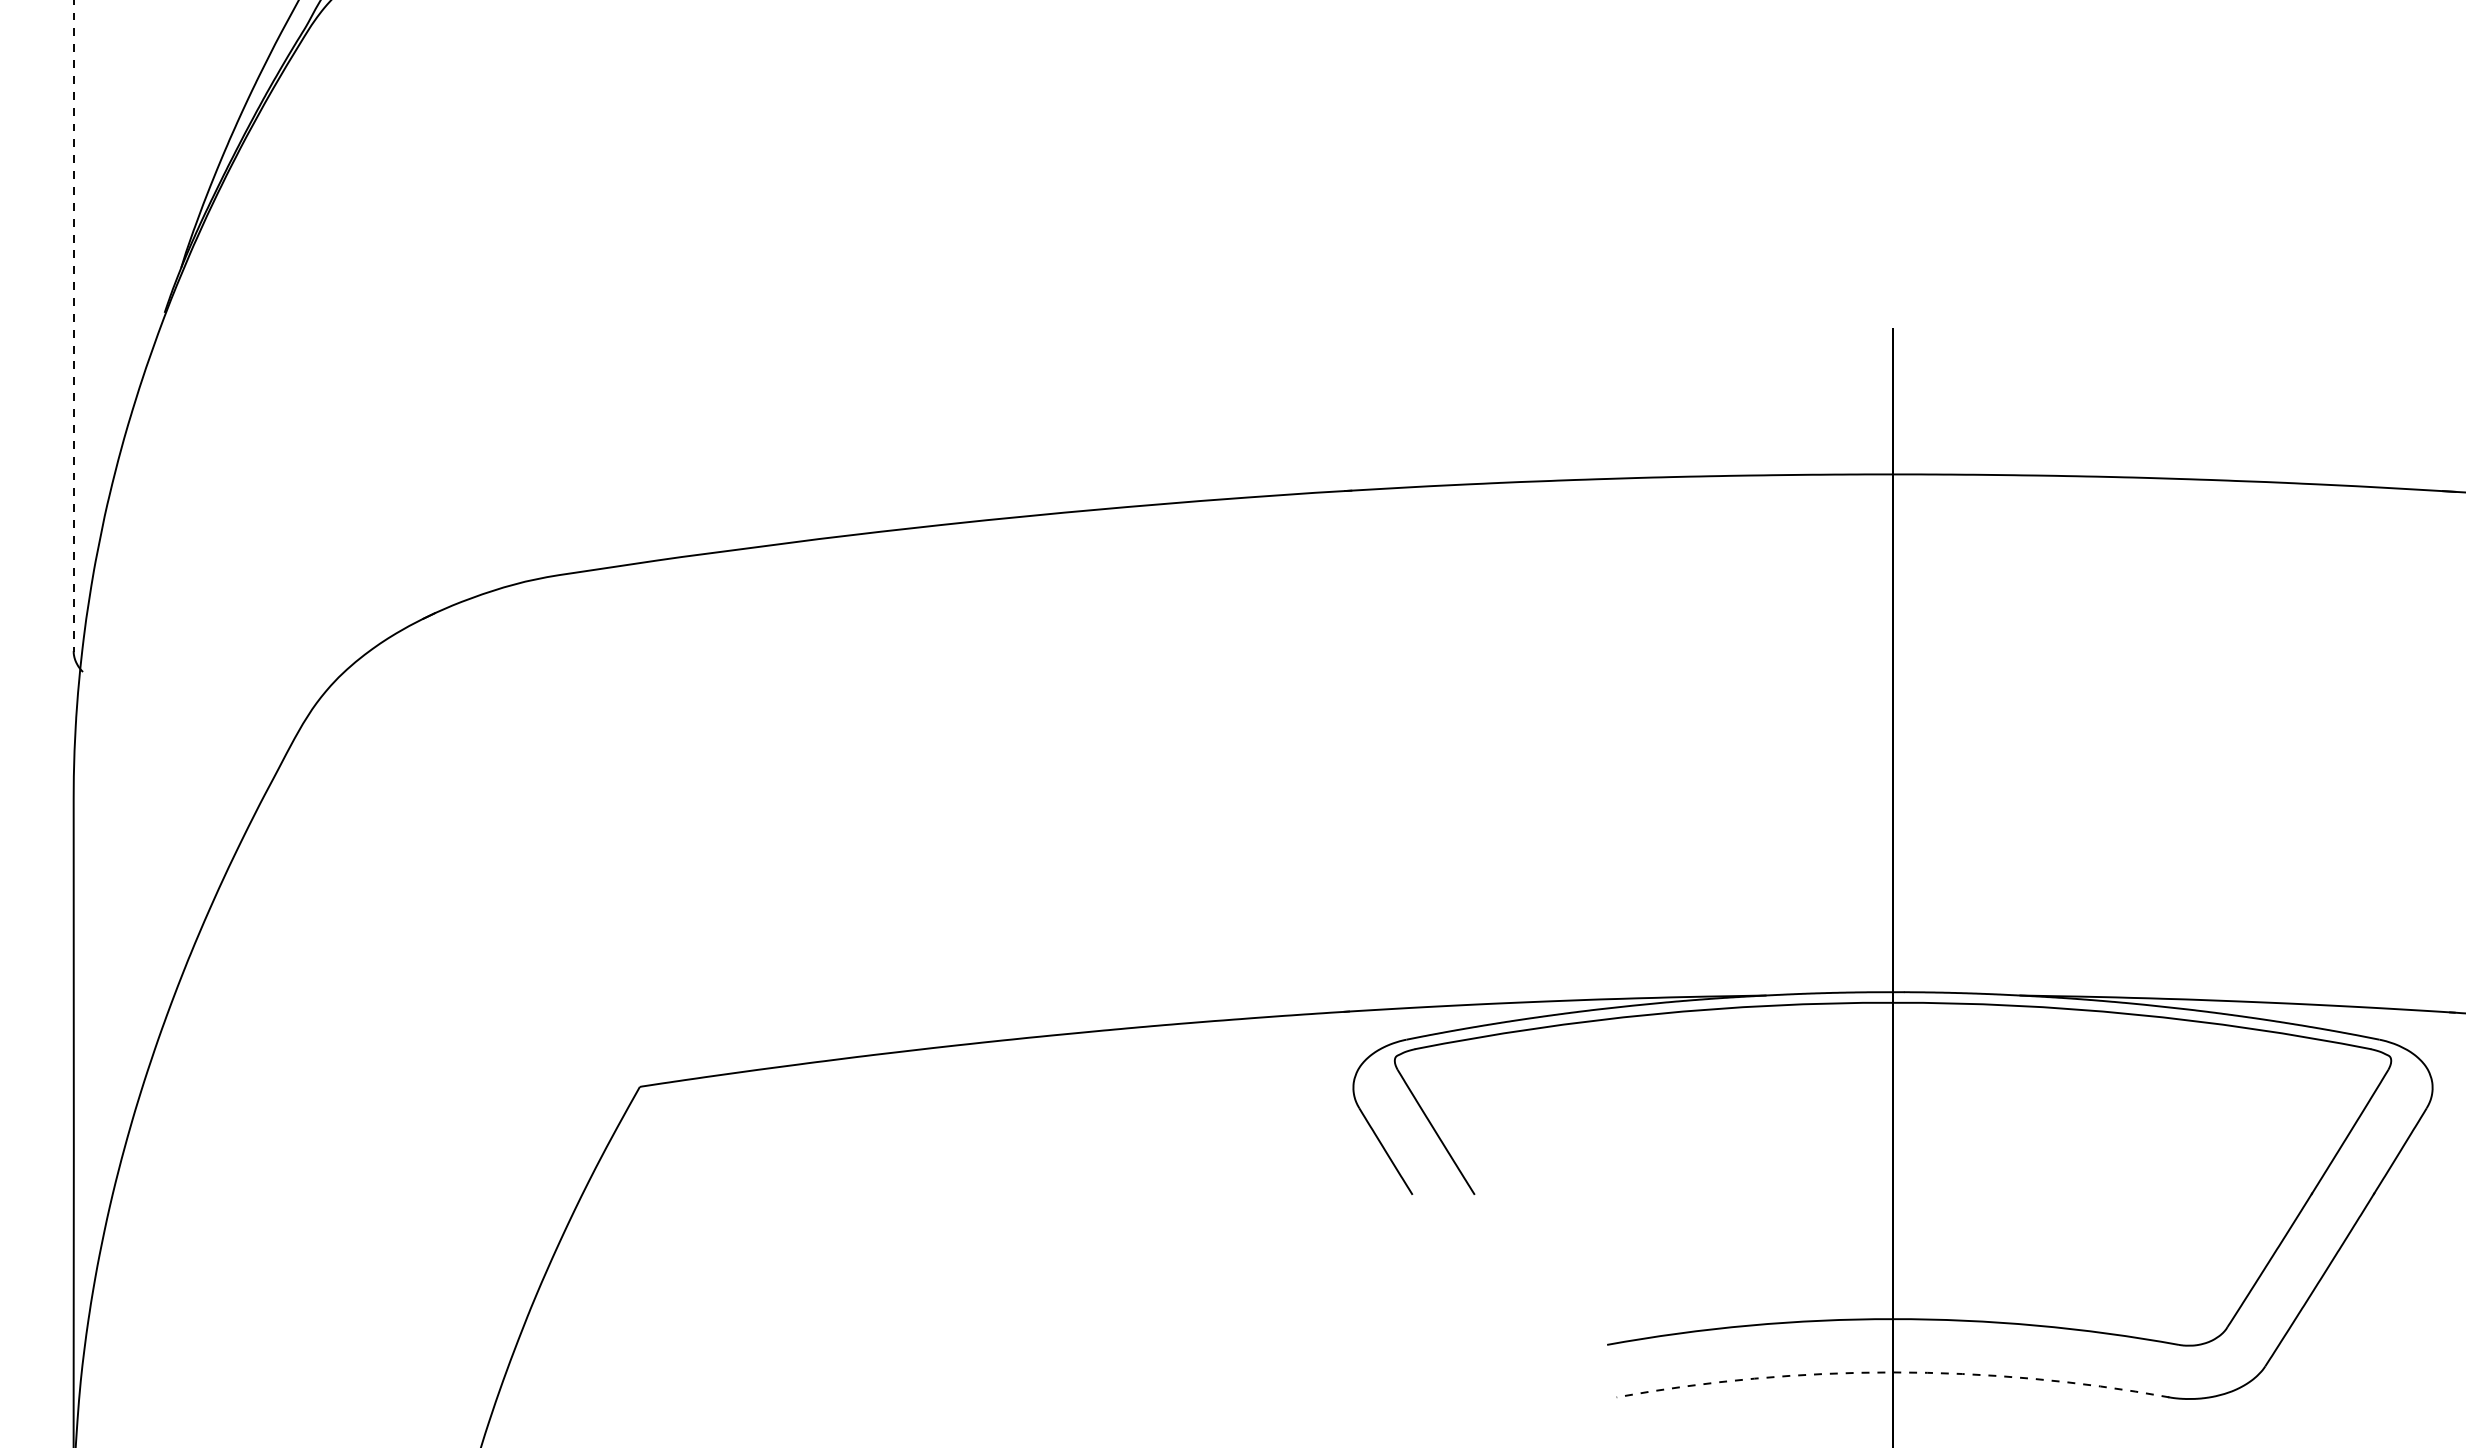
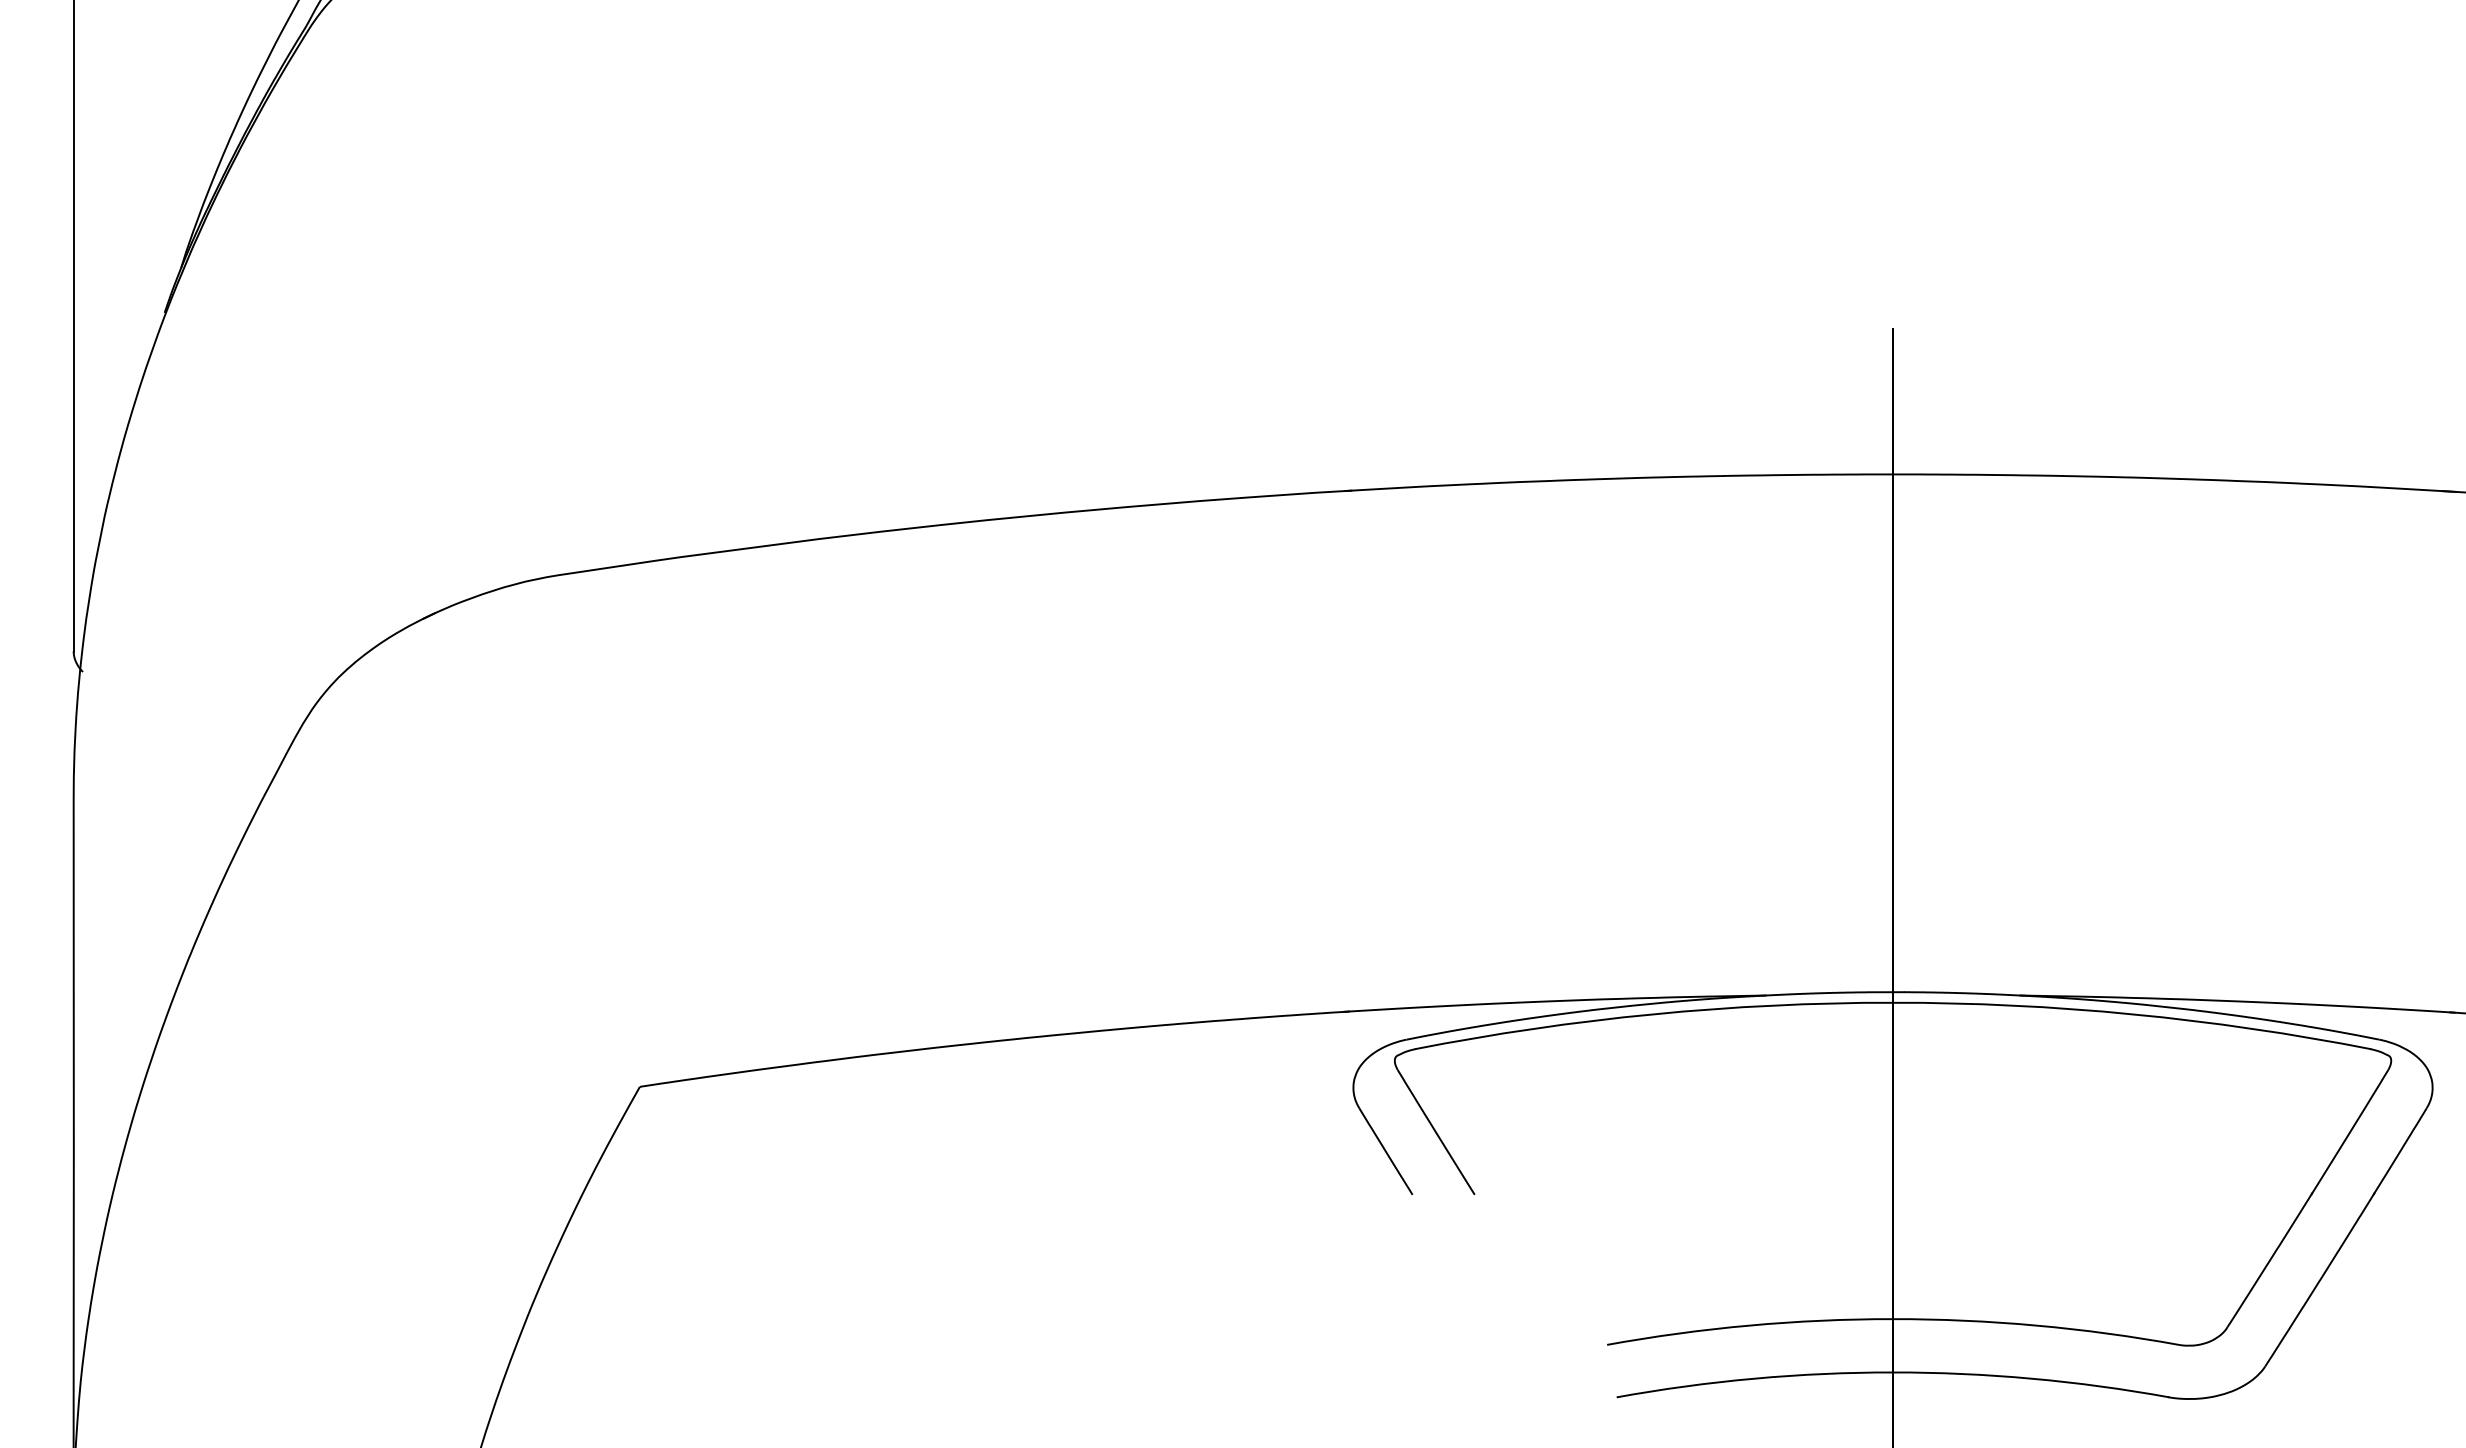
line at (73, 326): dashed -> solid
arc at (1893, 1372): dashed -> solid
